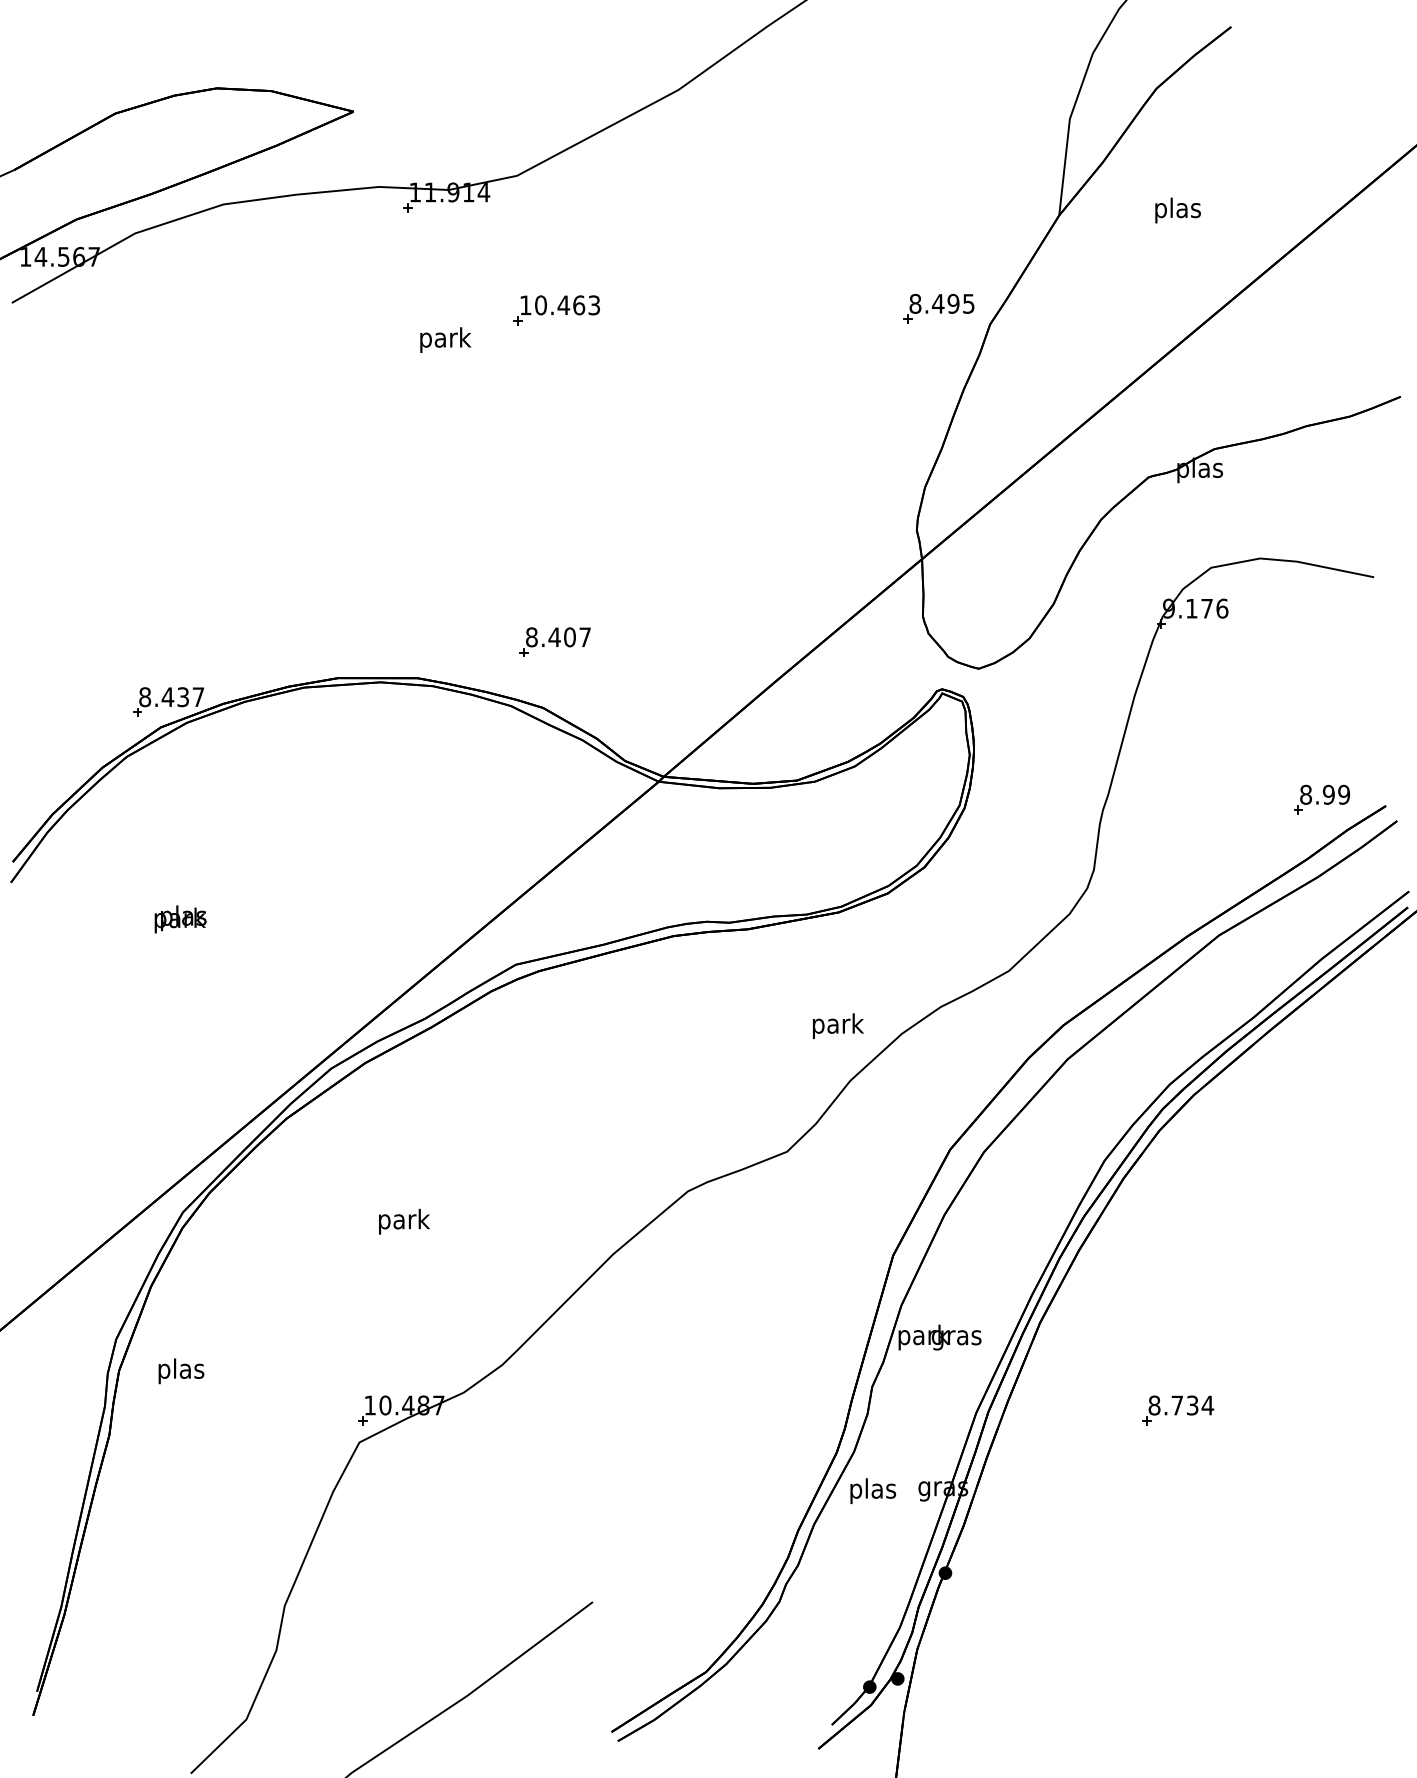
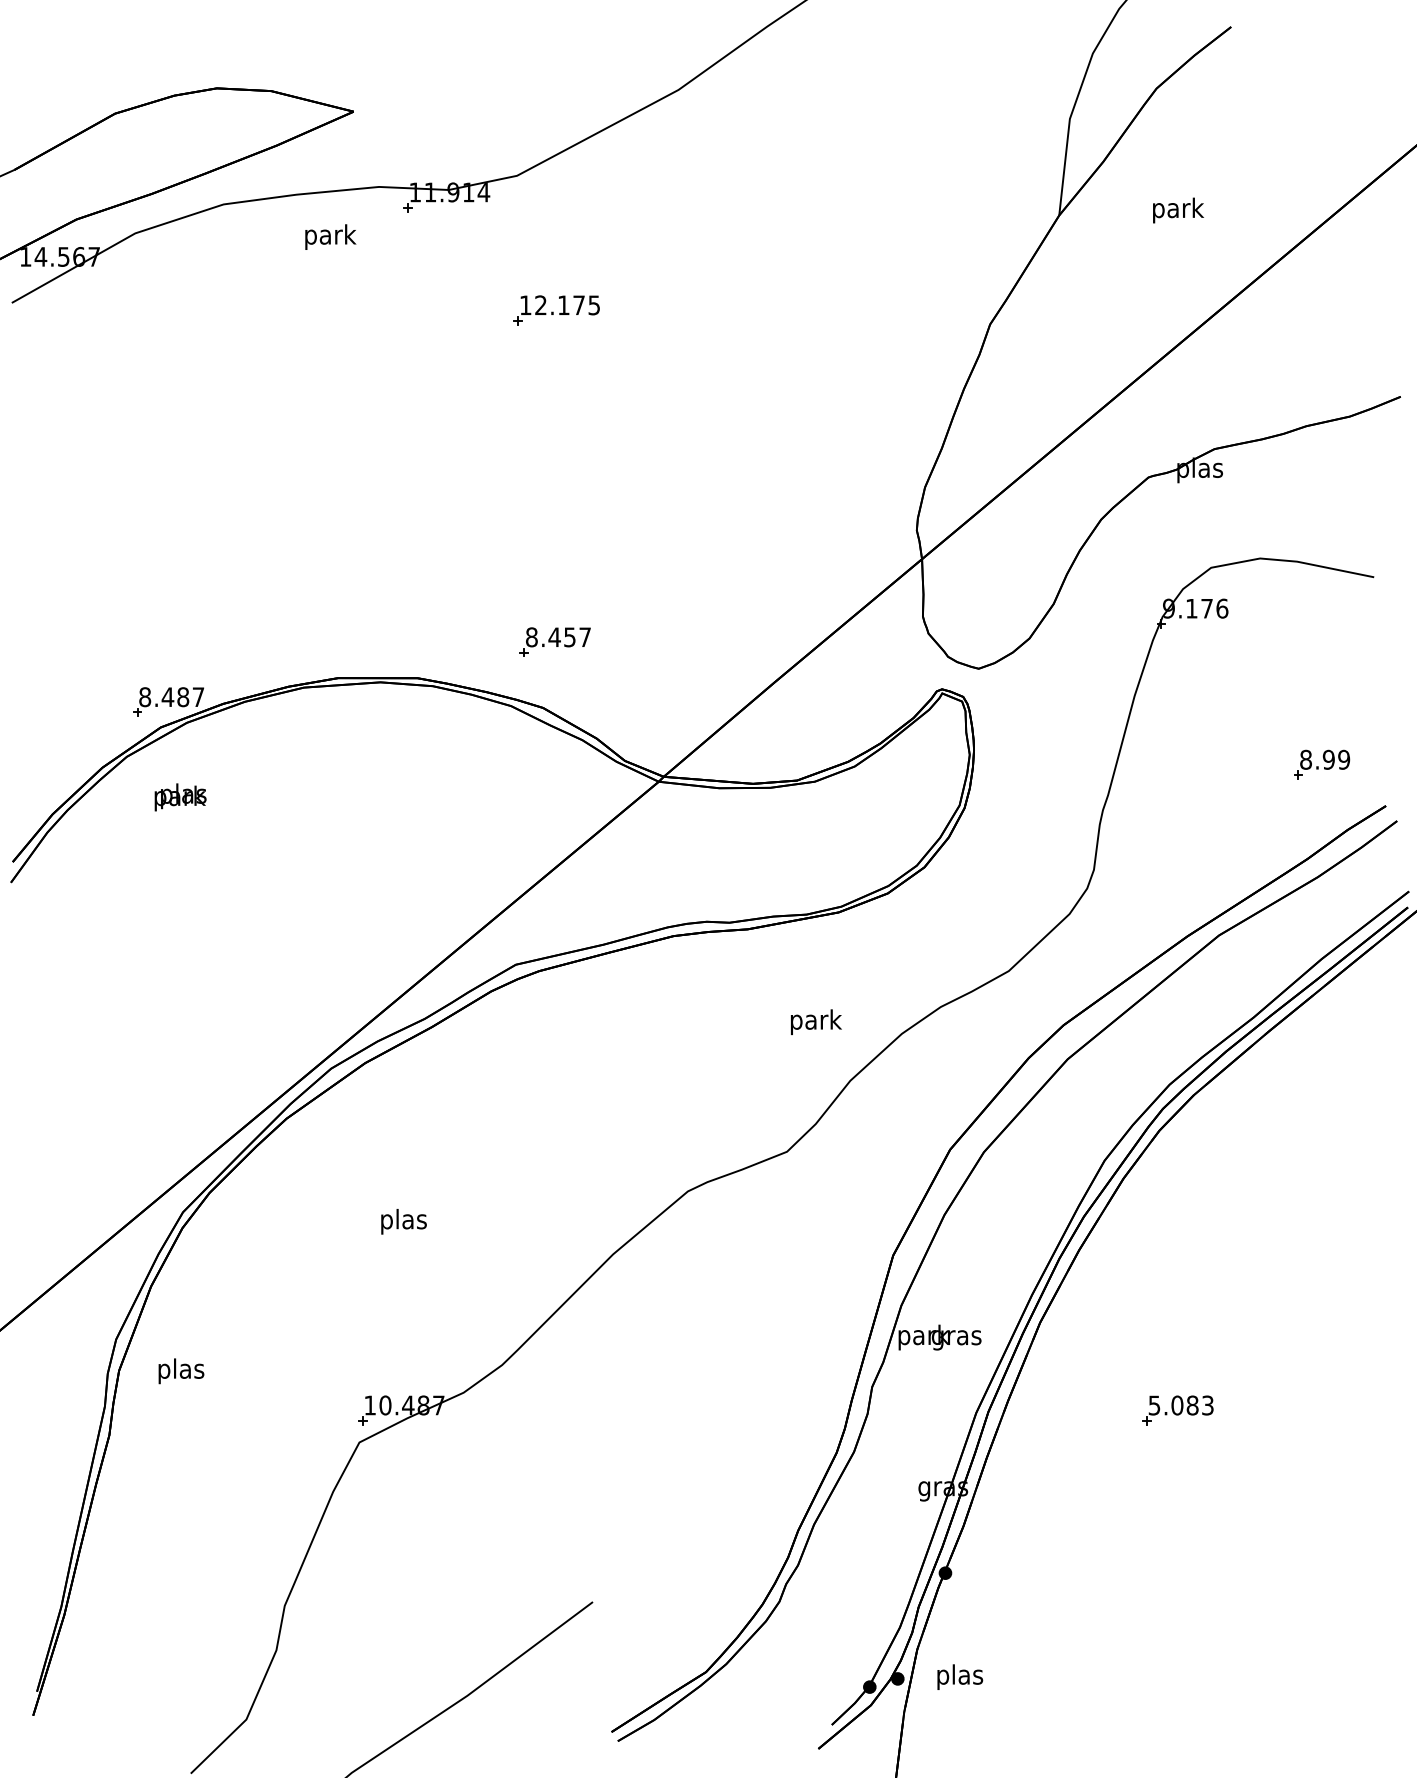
text at (1178, 210): plas -> park
text at (567, 305): 10.463 -> 12.175
part at (938, 308): present -> none
text at (445, 339) position: (445, 339) -> (330, 236)
text at (569, 637): 8.407 -> 8.457
text at (183, 697): 8.437 -> 8.487
part at (1322, 799) position: (1322, 799) -> (1322, 764)
text at (180, 919) position: (180, 919) -> (180, 797)
text at (838, 1025) position: (838, 1025) -> (816, 1021)
text at (404, 1221): park -> plas
text at (1181, 1405): 8.734 -> 5.083
text at (873, 1490) position: (873, 1490) -> (960, 1676)
